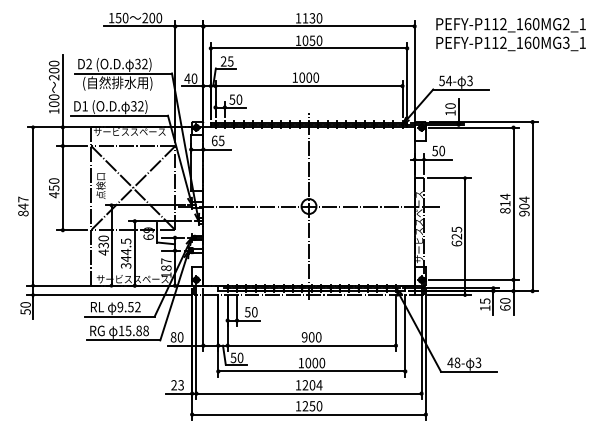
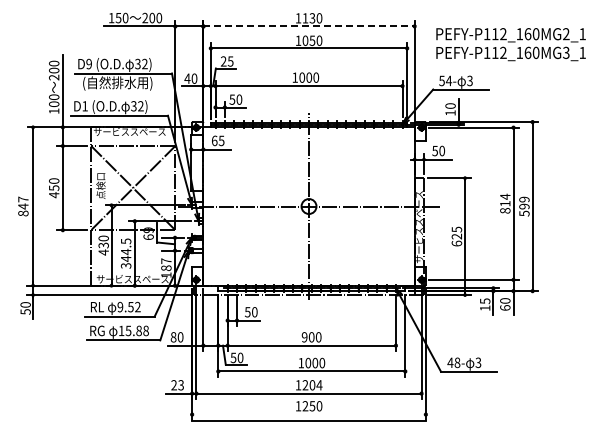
line at (309, 26): solid -> dashed
text at (510, 34) position: (510, 34) -> (510, 44)
text at (88, 64): D2 -> D9
text at (524, 206): 904 -> 599
line at (308, 414) position: (308, 414) -> (308, 420)
